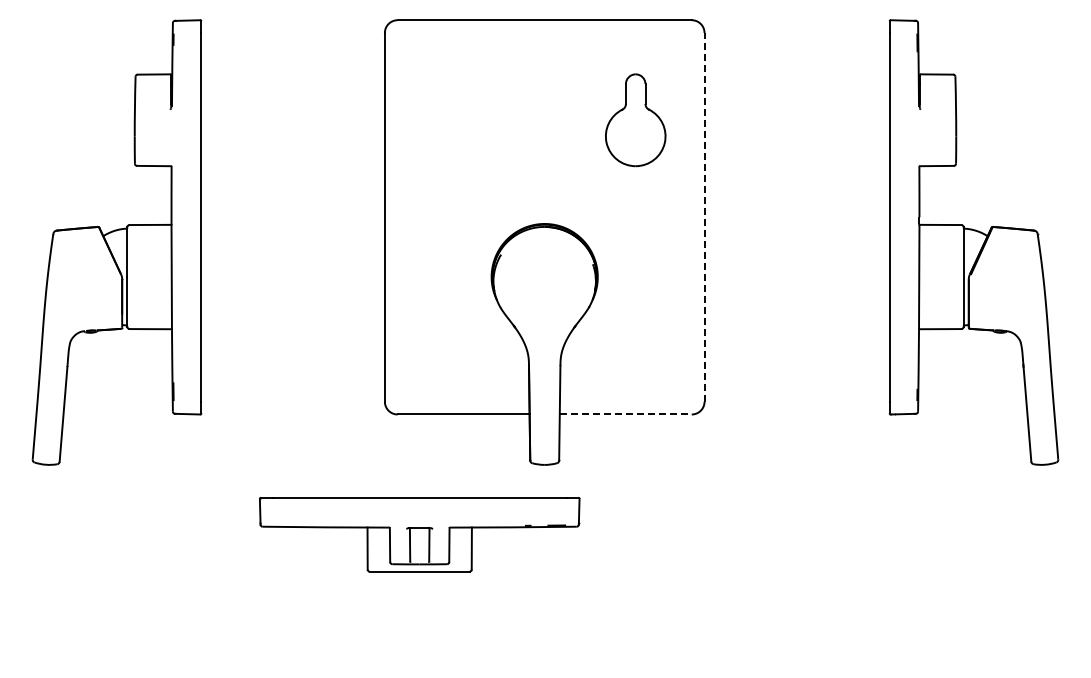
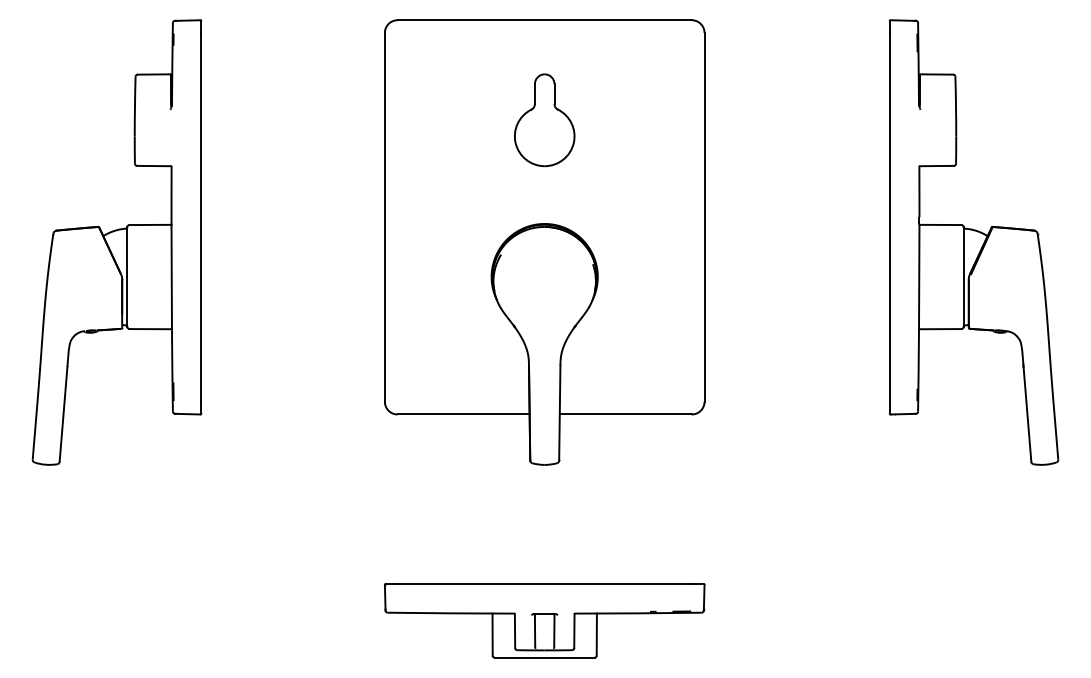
part at (635, 120) position: (635, 120) -> (544, 120)
line at (704, 216): dashed -> solid
line at (625, 414): dashed -> solid
part at (419, 534) position: (419, 534) -> (544, 620)
